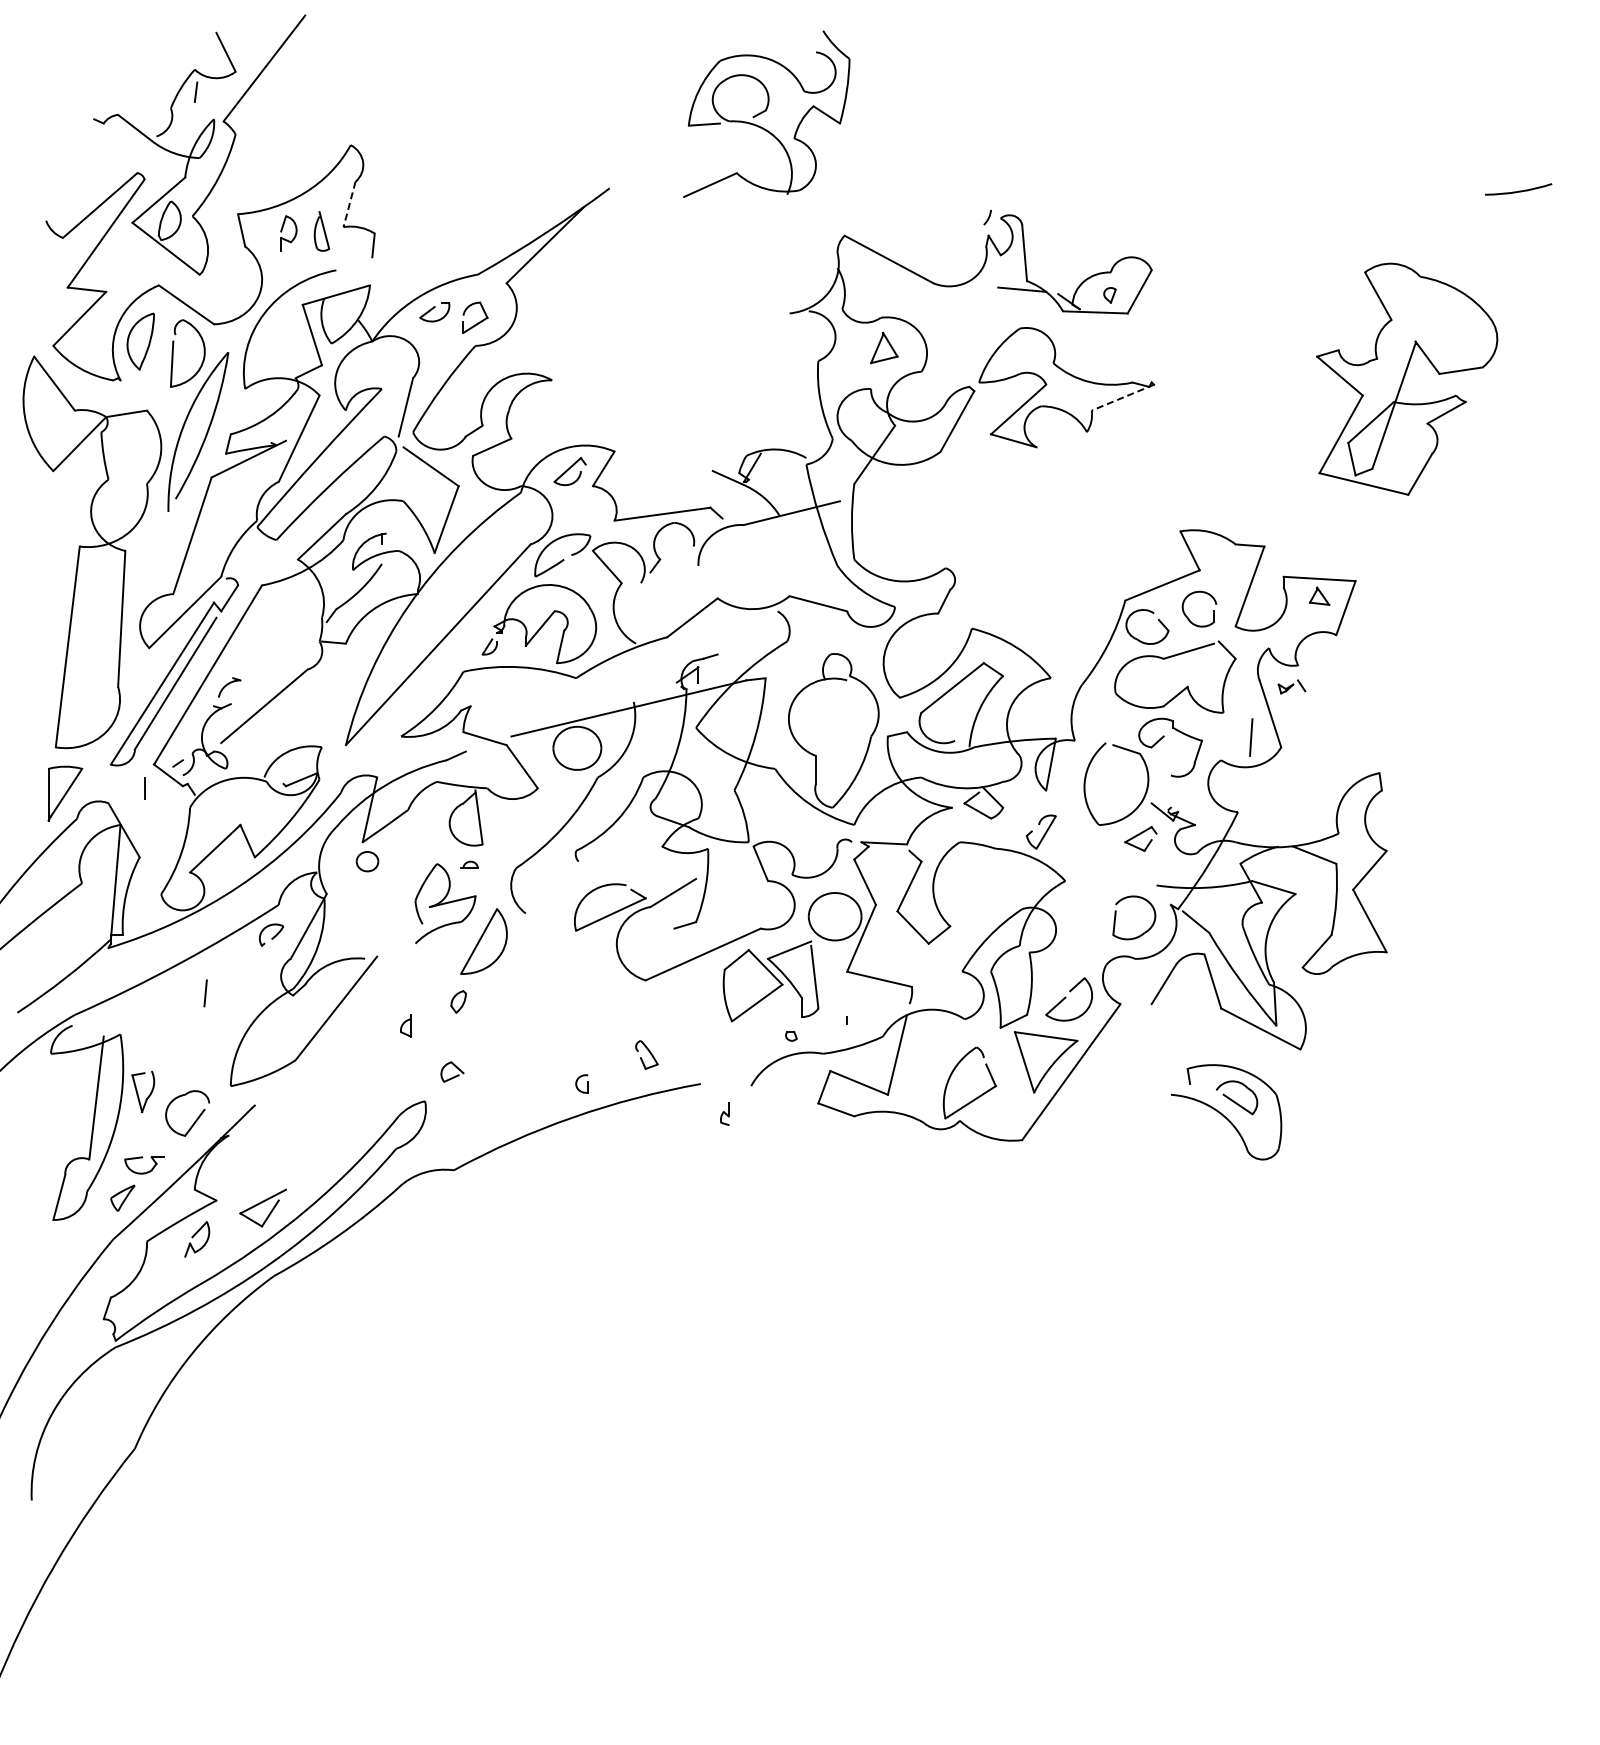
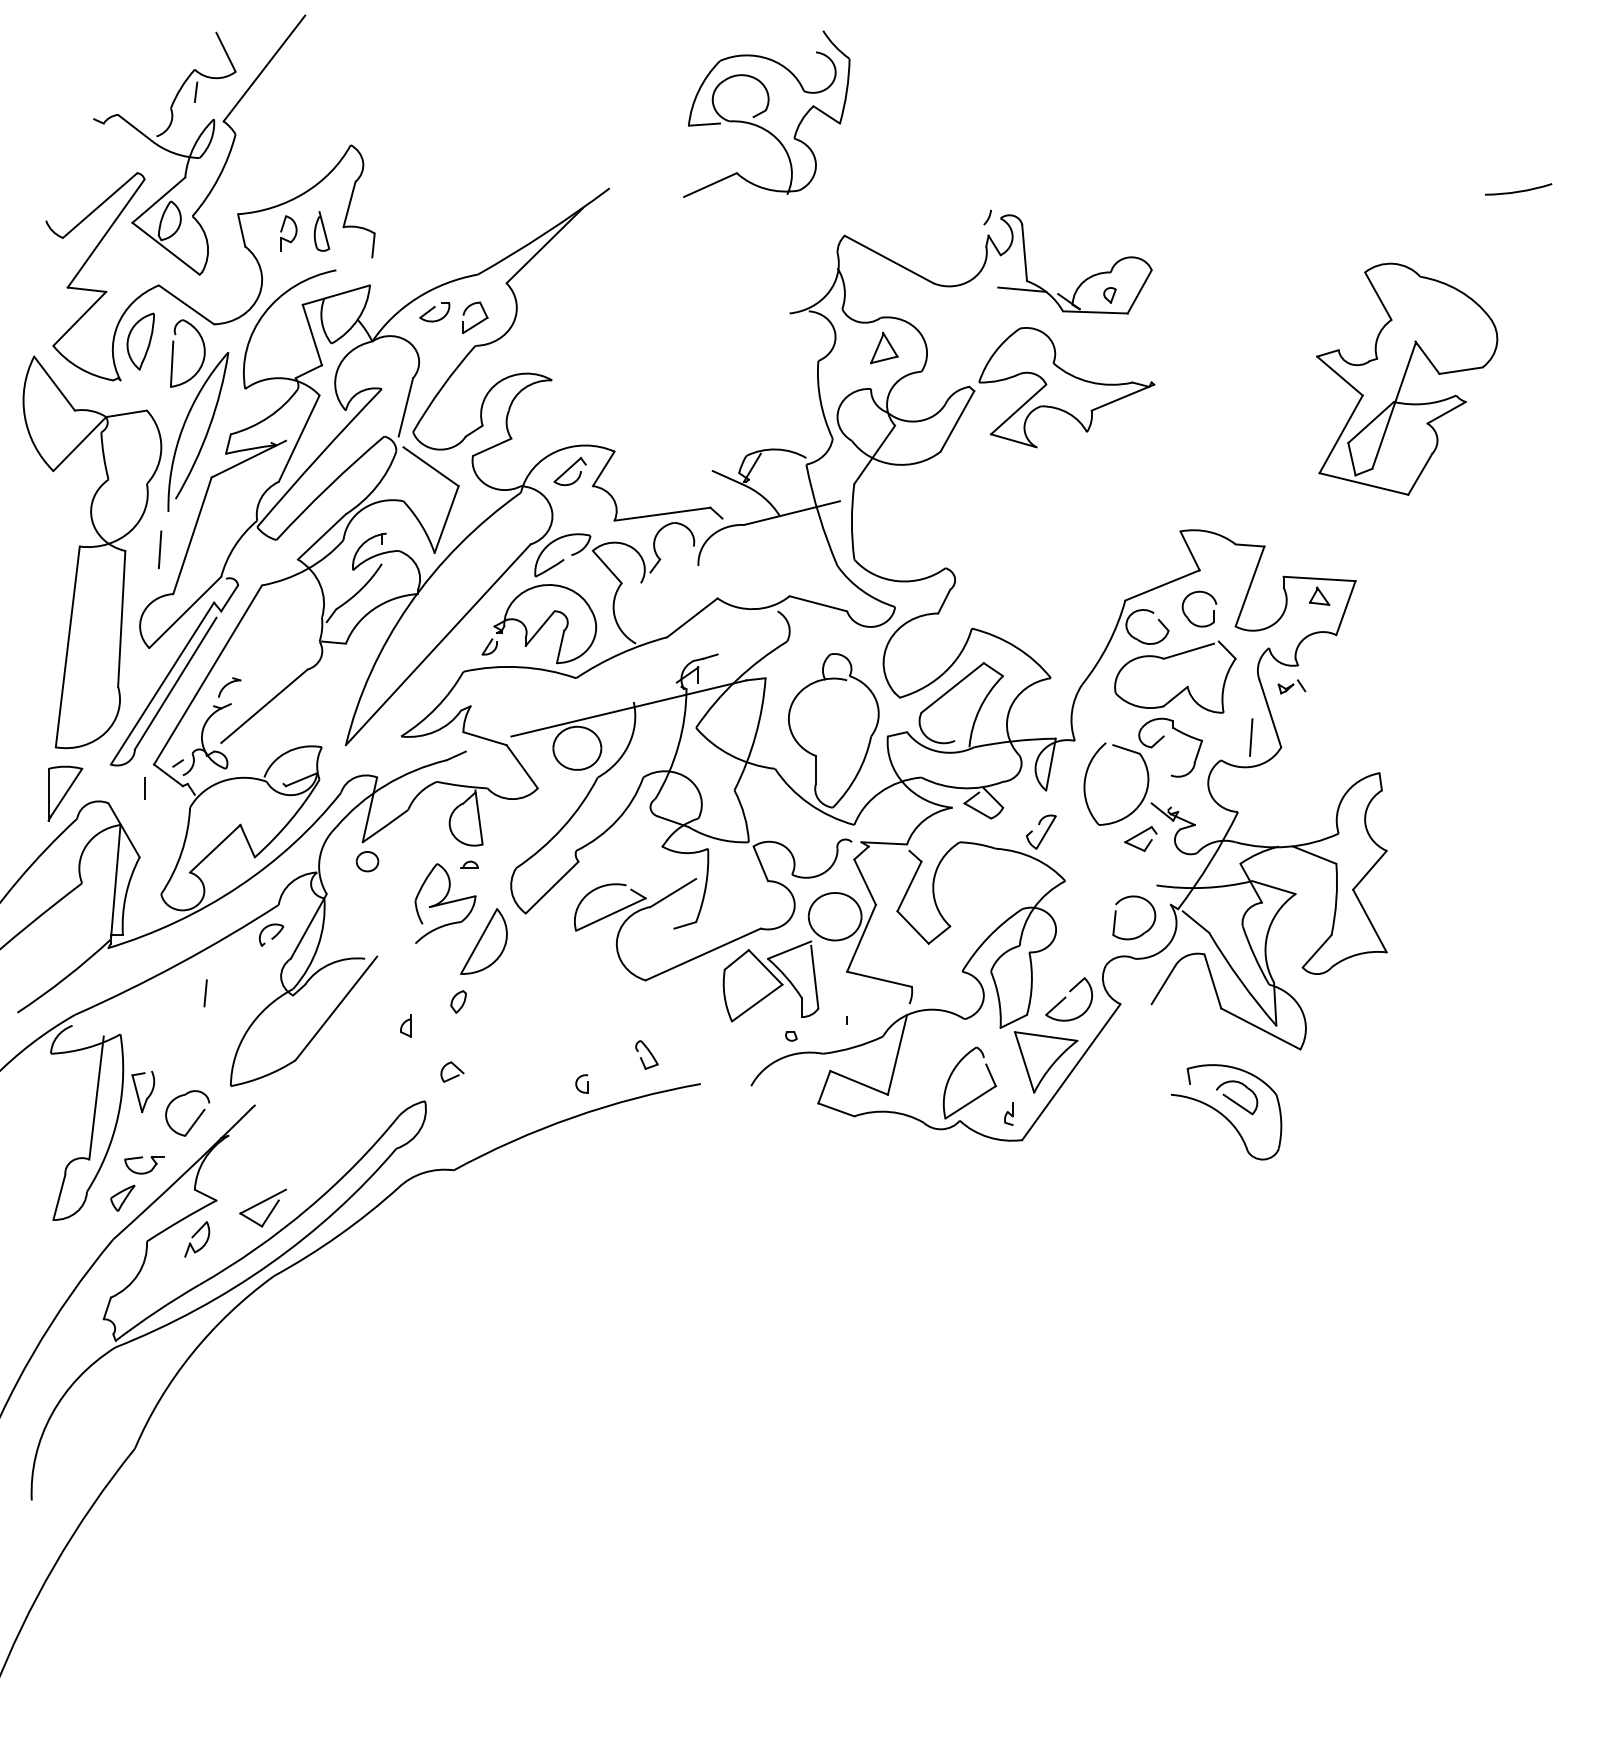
line at (349, 204): dashed -> solid
line at (1122, 397): dashed -> solid
line at (159, 549): none -> present
line at (551, 887): none -> present
part at (724, 1113) position: (724, 1113) -> (1008, 1113)
